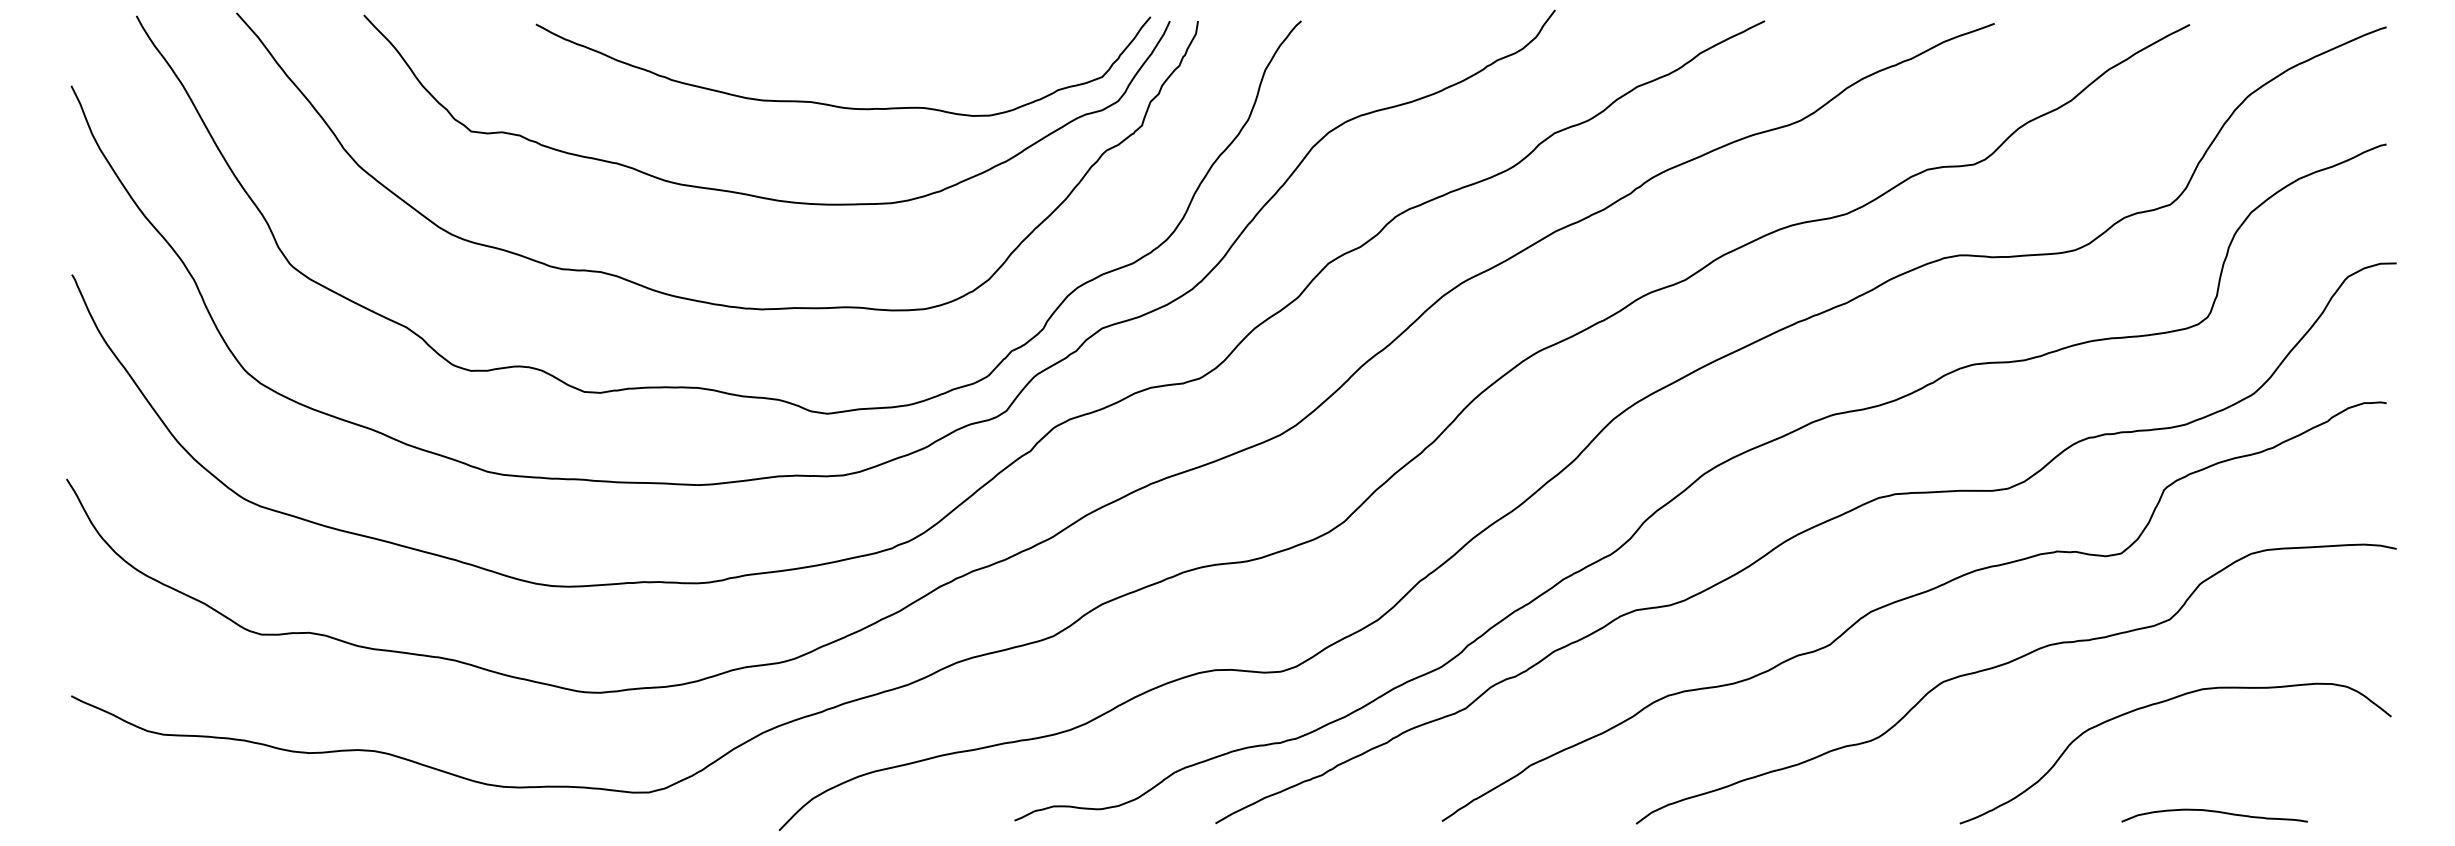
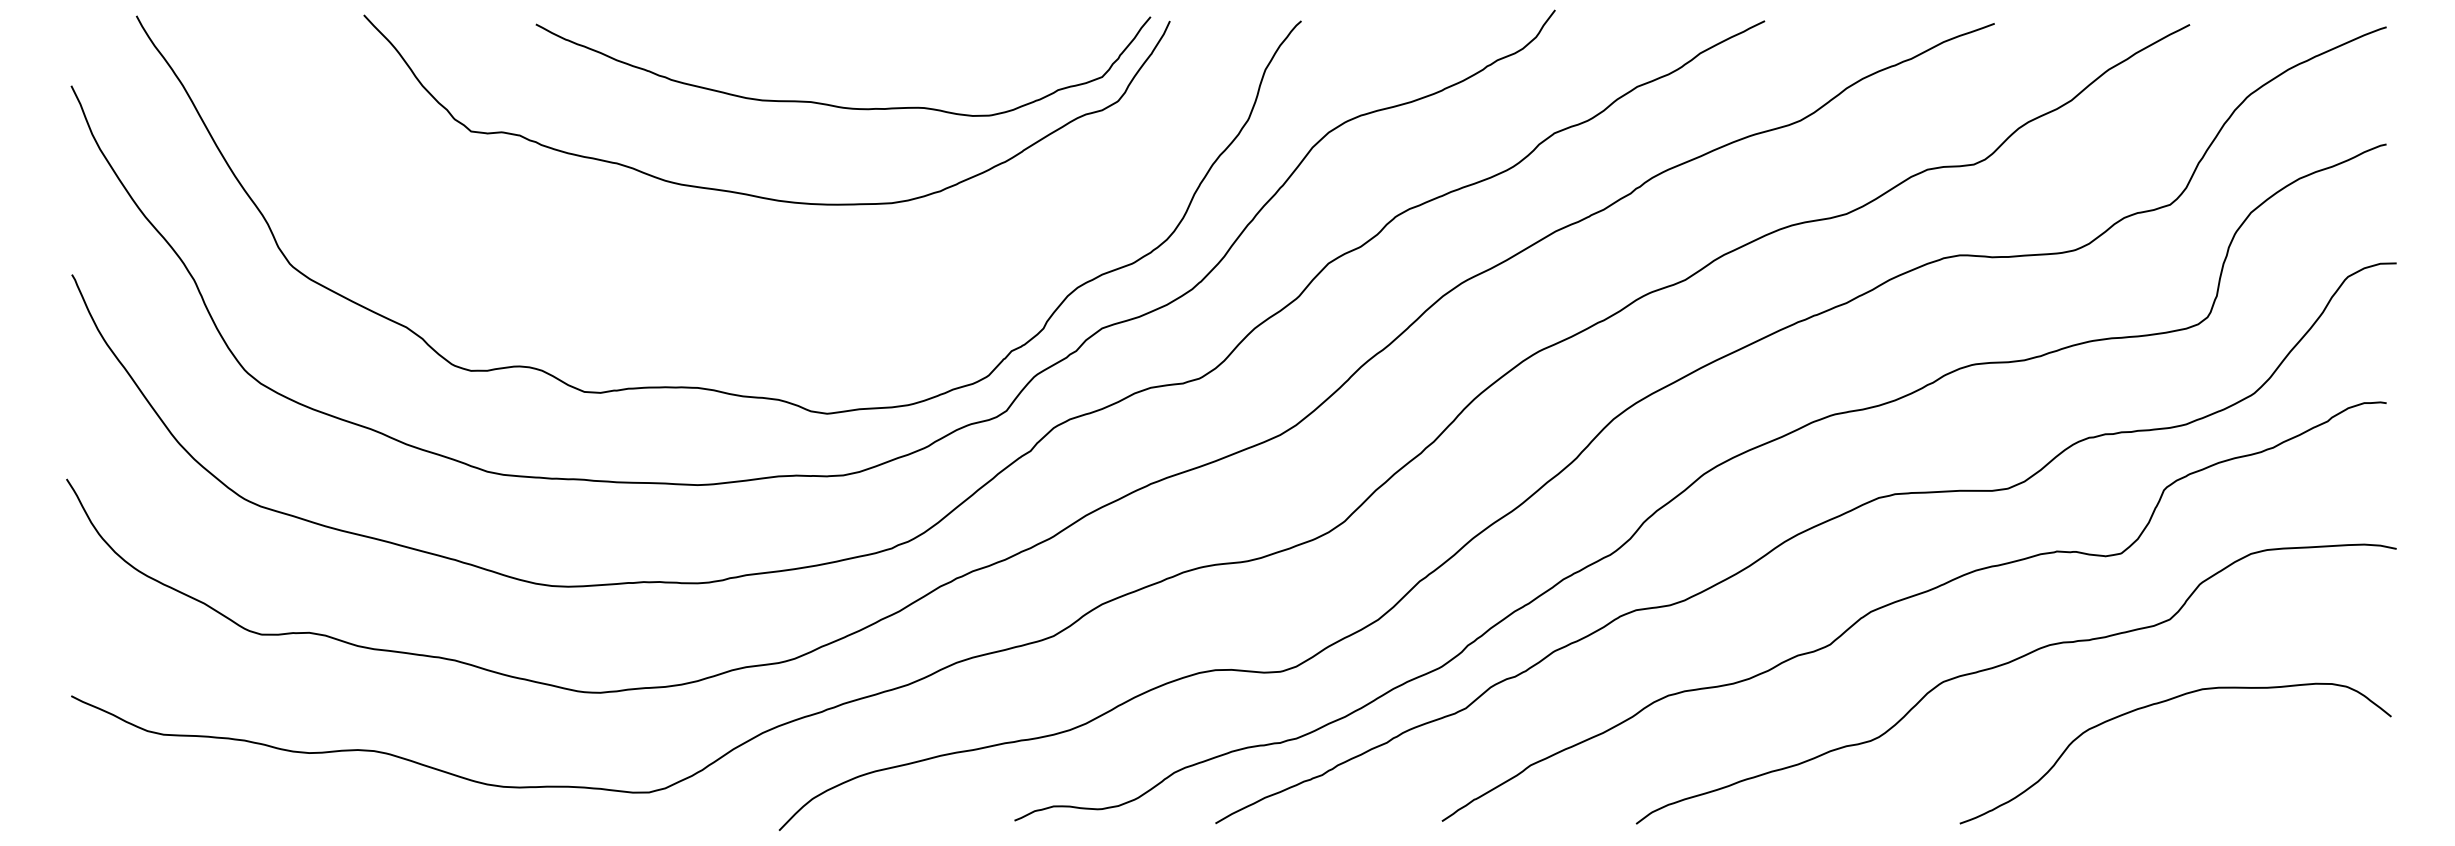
curve at (691, 298): present -> none
curve at (2214, 812): present -> none
